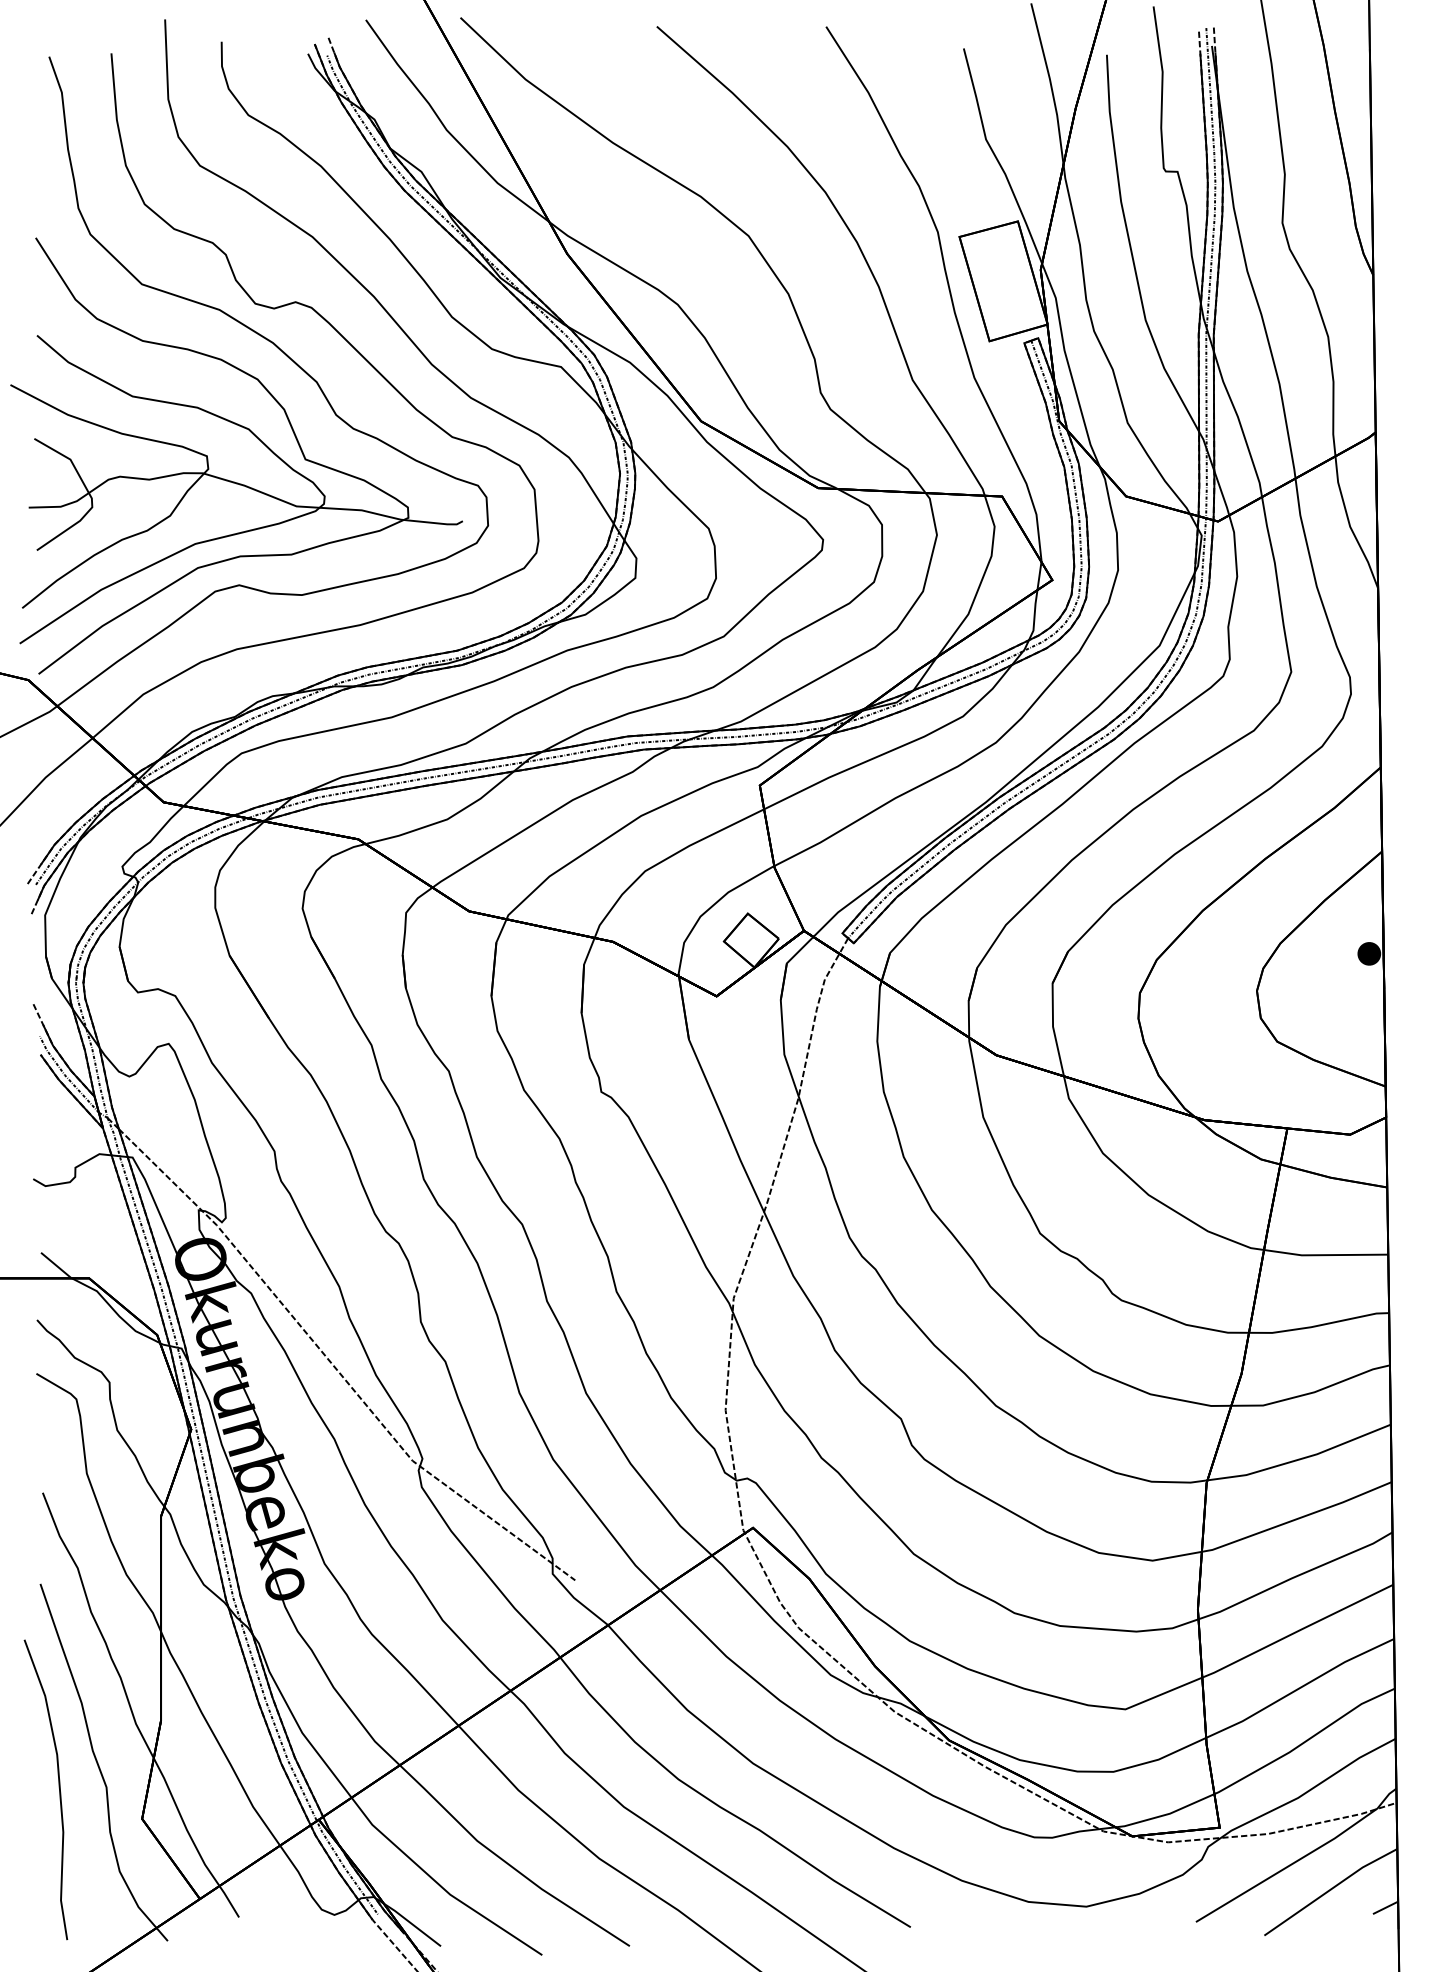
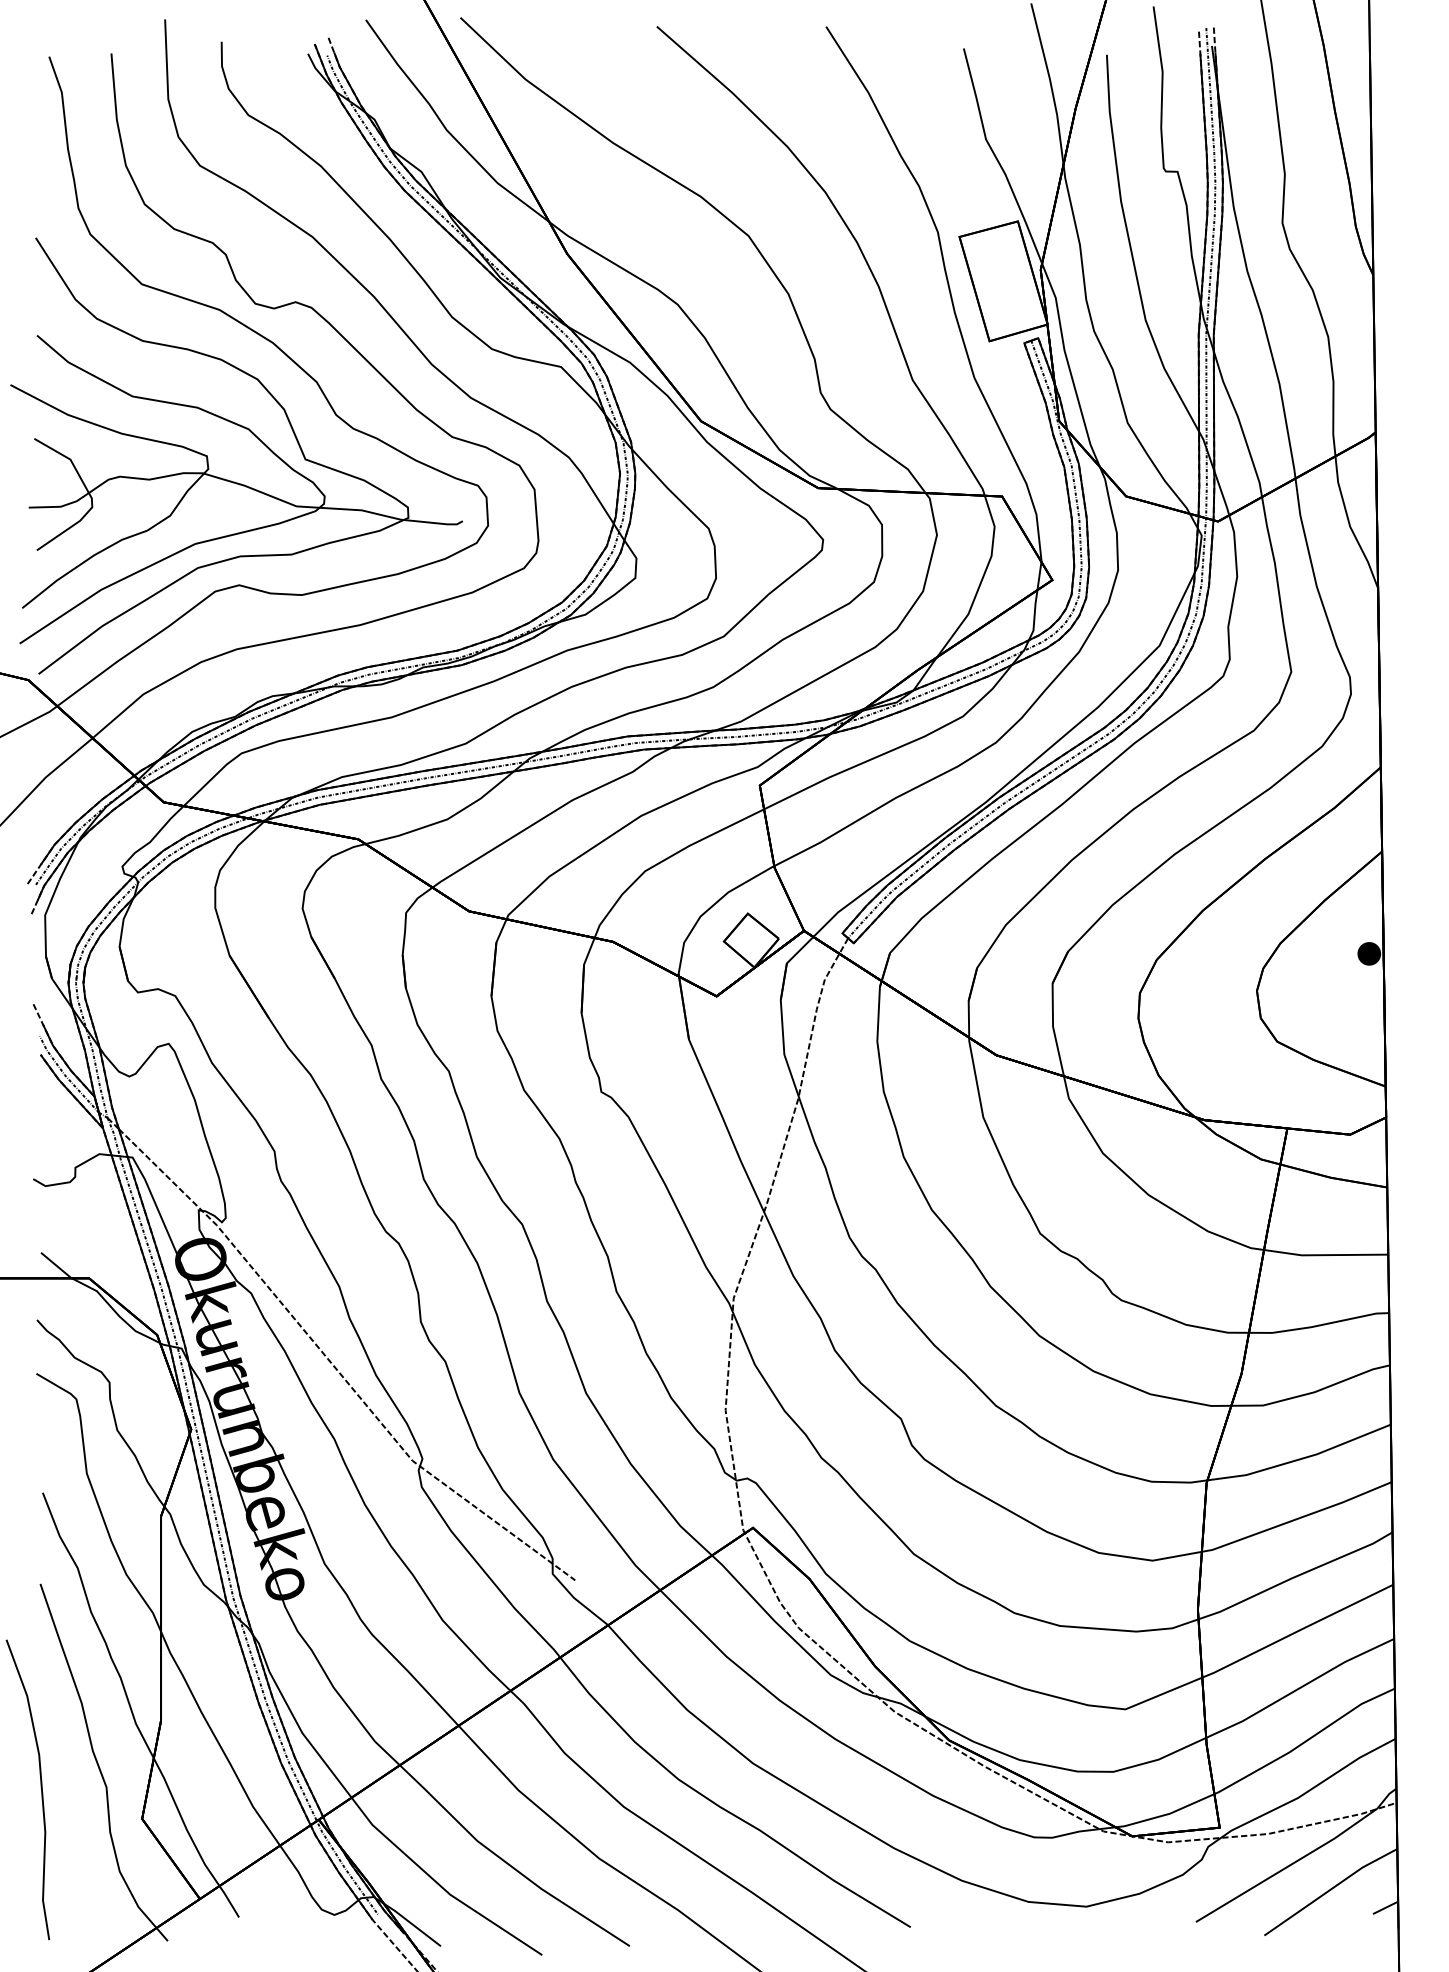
part at (58, 1787) position: (58, 1787) -> (40, 1787)
